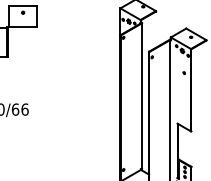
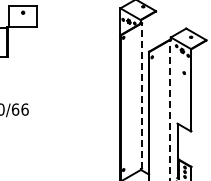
line at (141, 95): solid -> dashed
line at (170, 109): solid -> dashed
